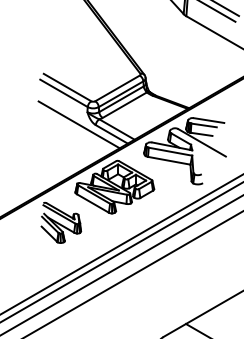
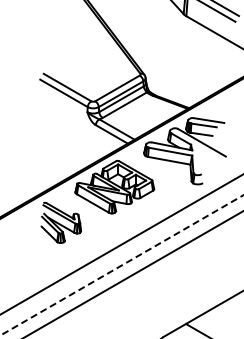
line at (78, 124): present -> none
line at (121, 252): present -> none
line at (121, 265): solid -> dashed
